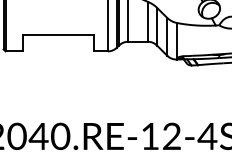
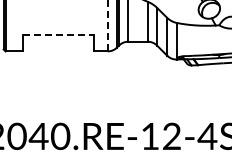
line at (107, 25): solid -> dashed
line at (58, 35): solid -> dashed
